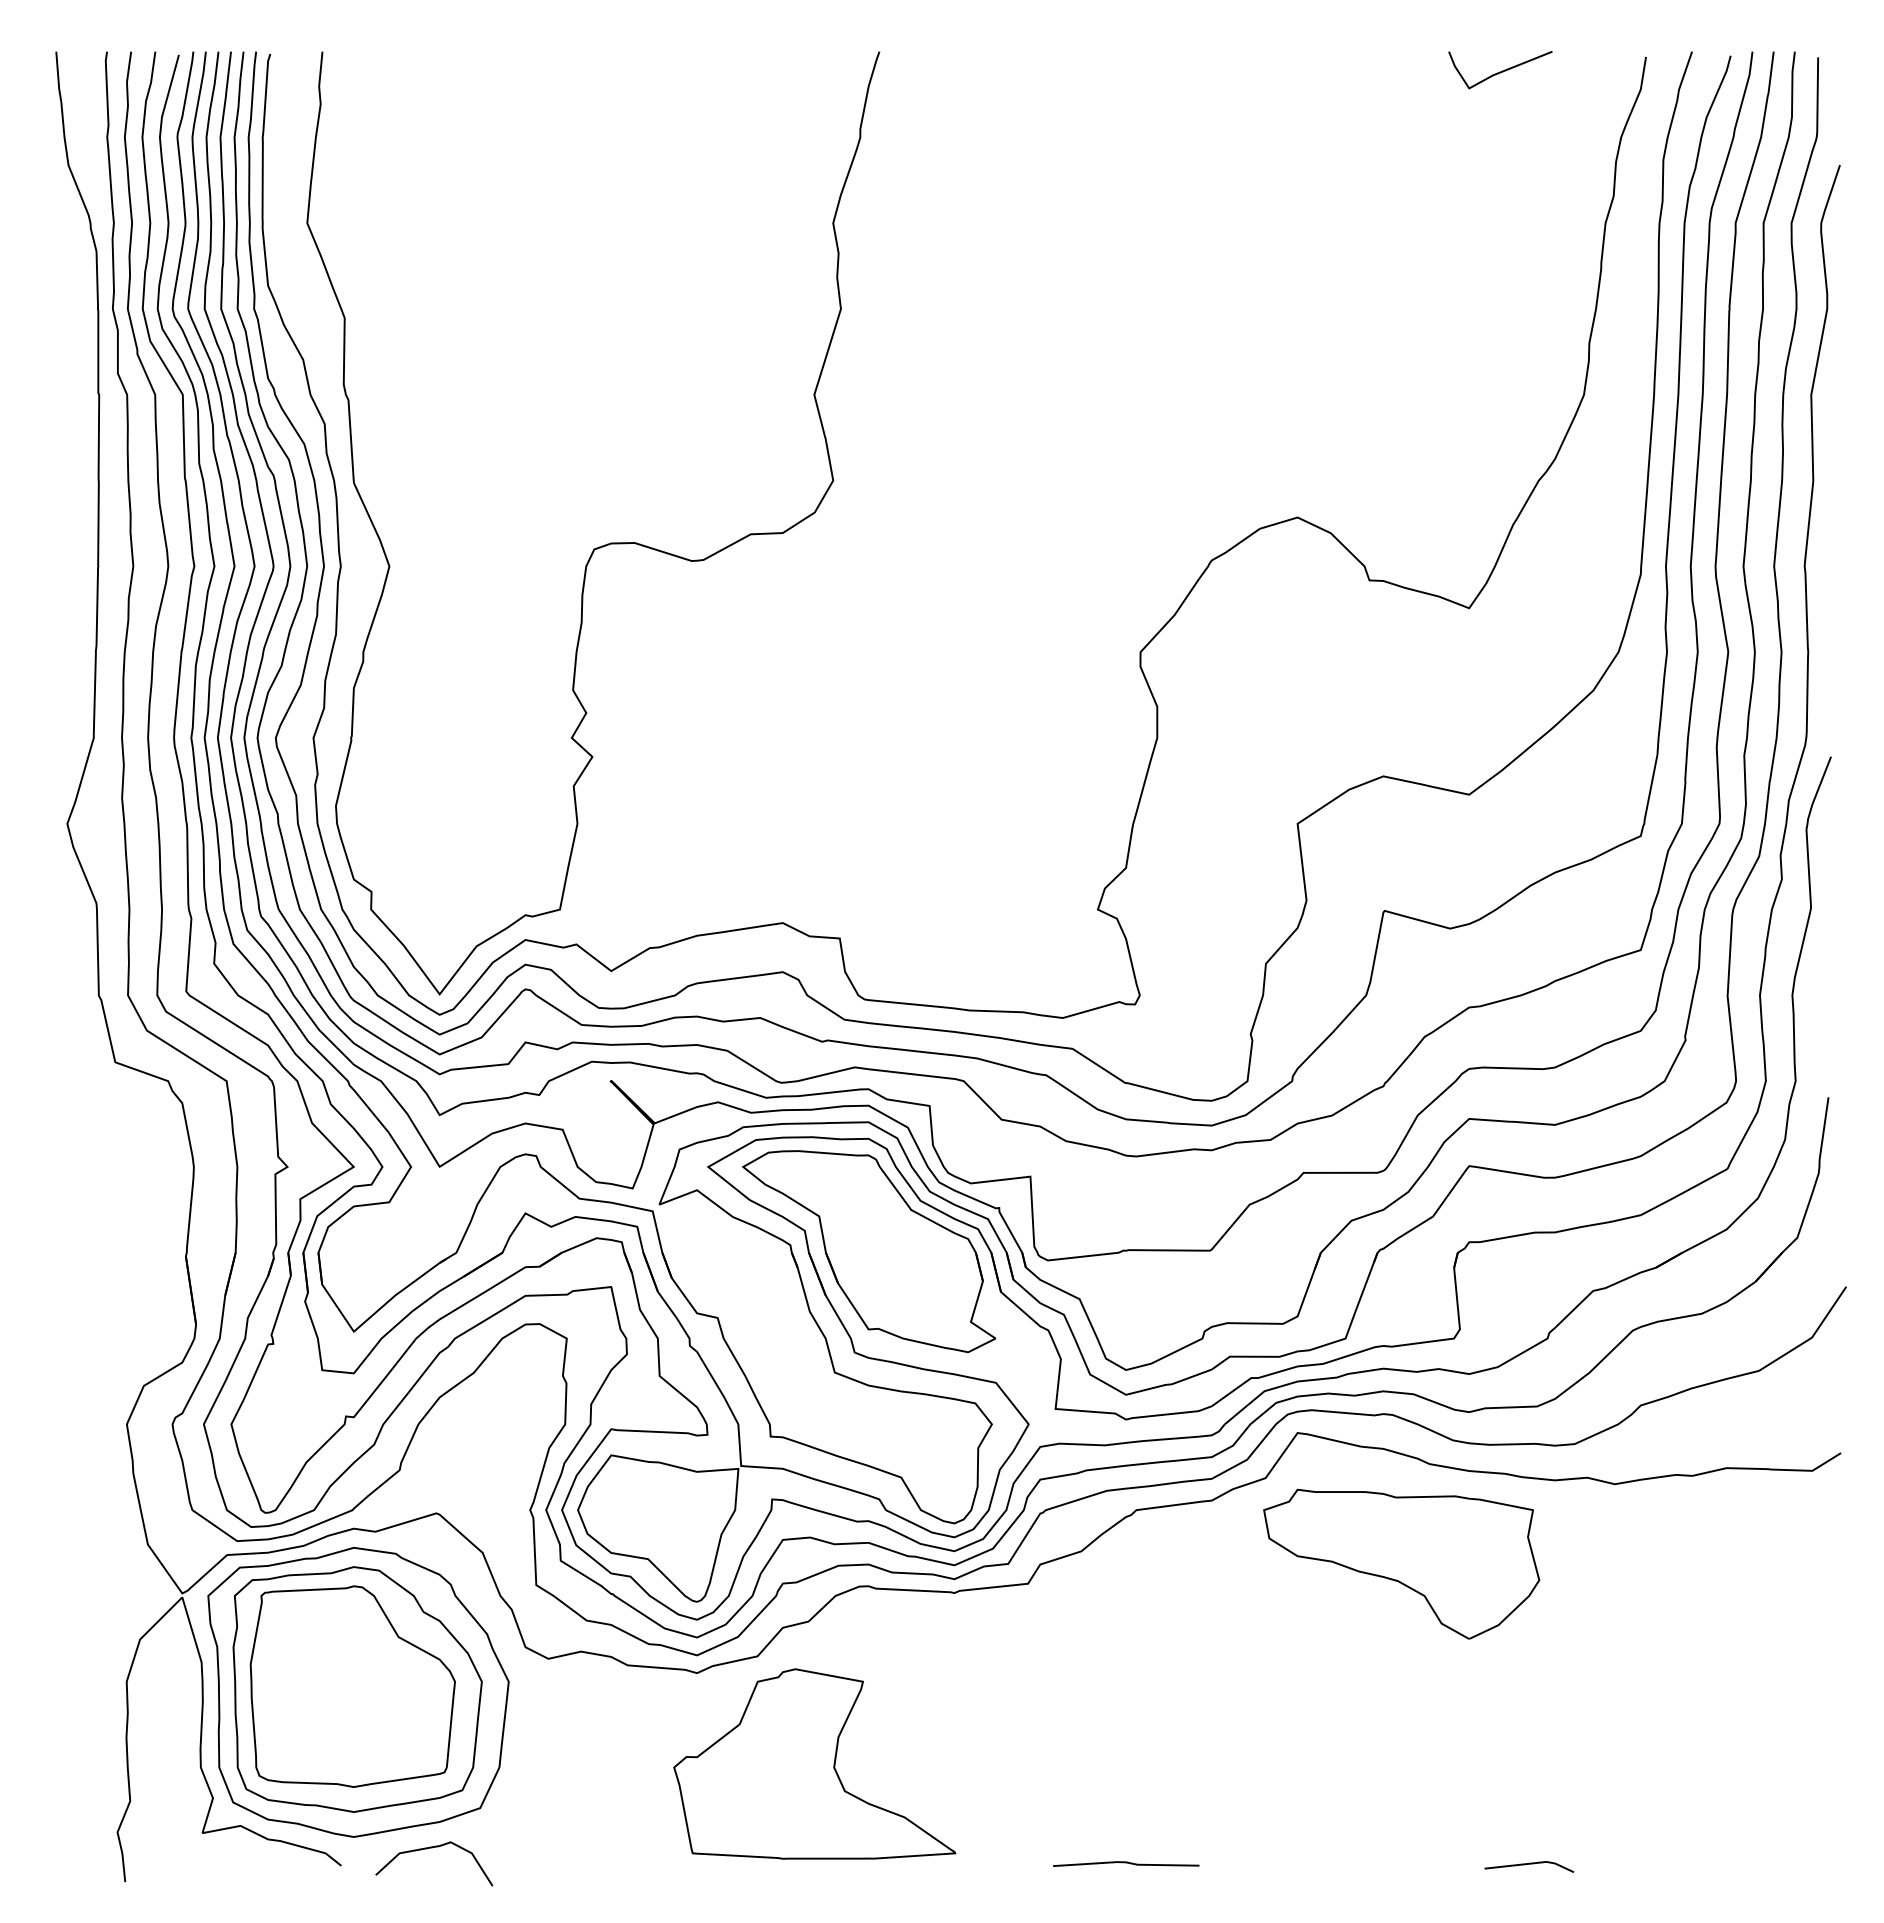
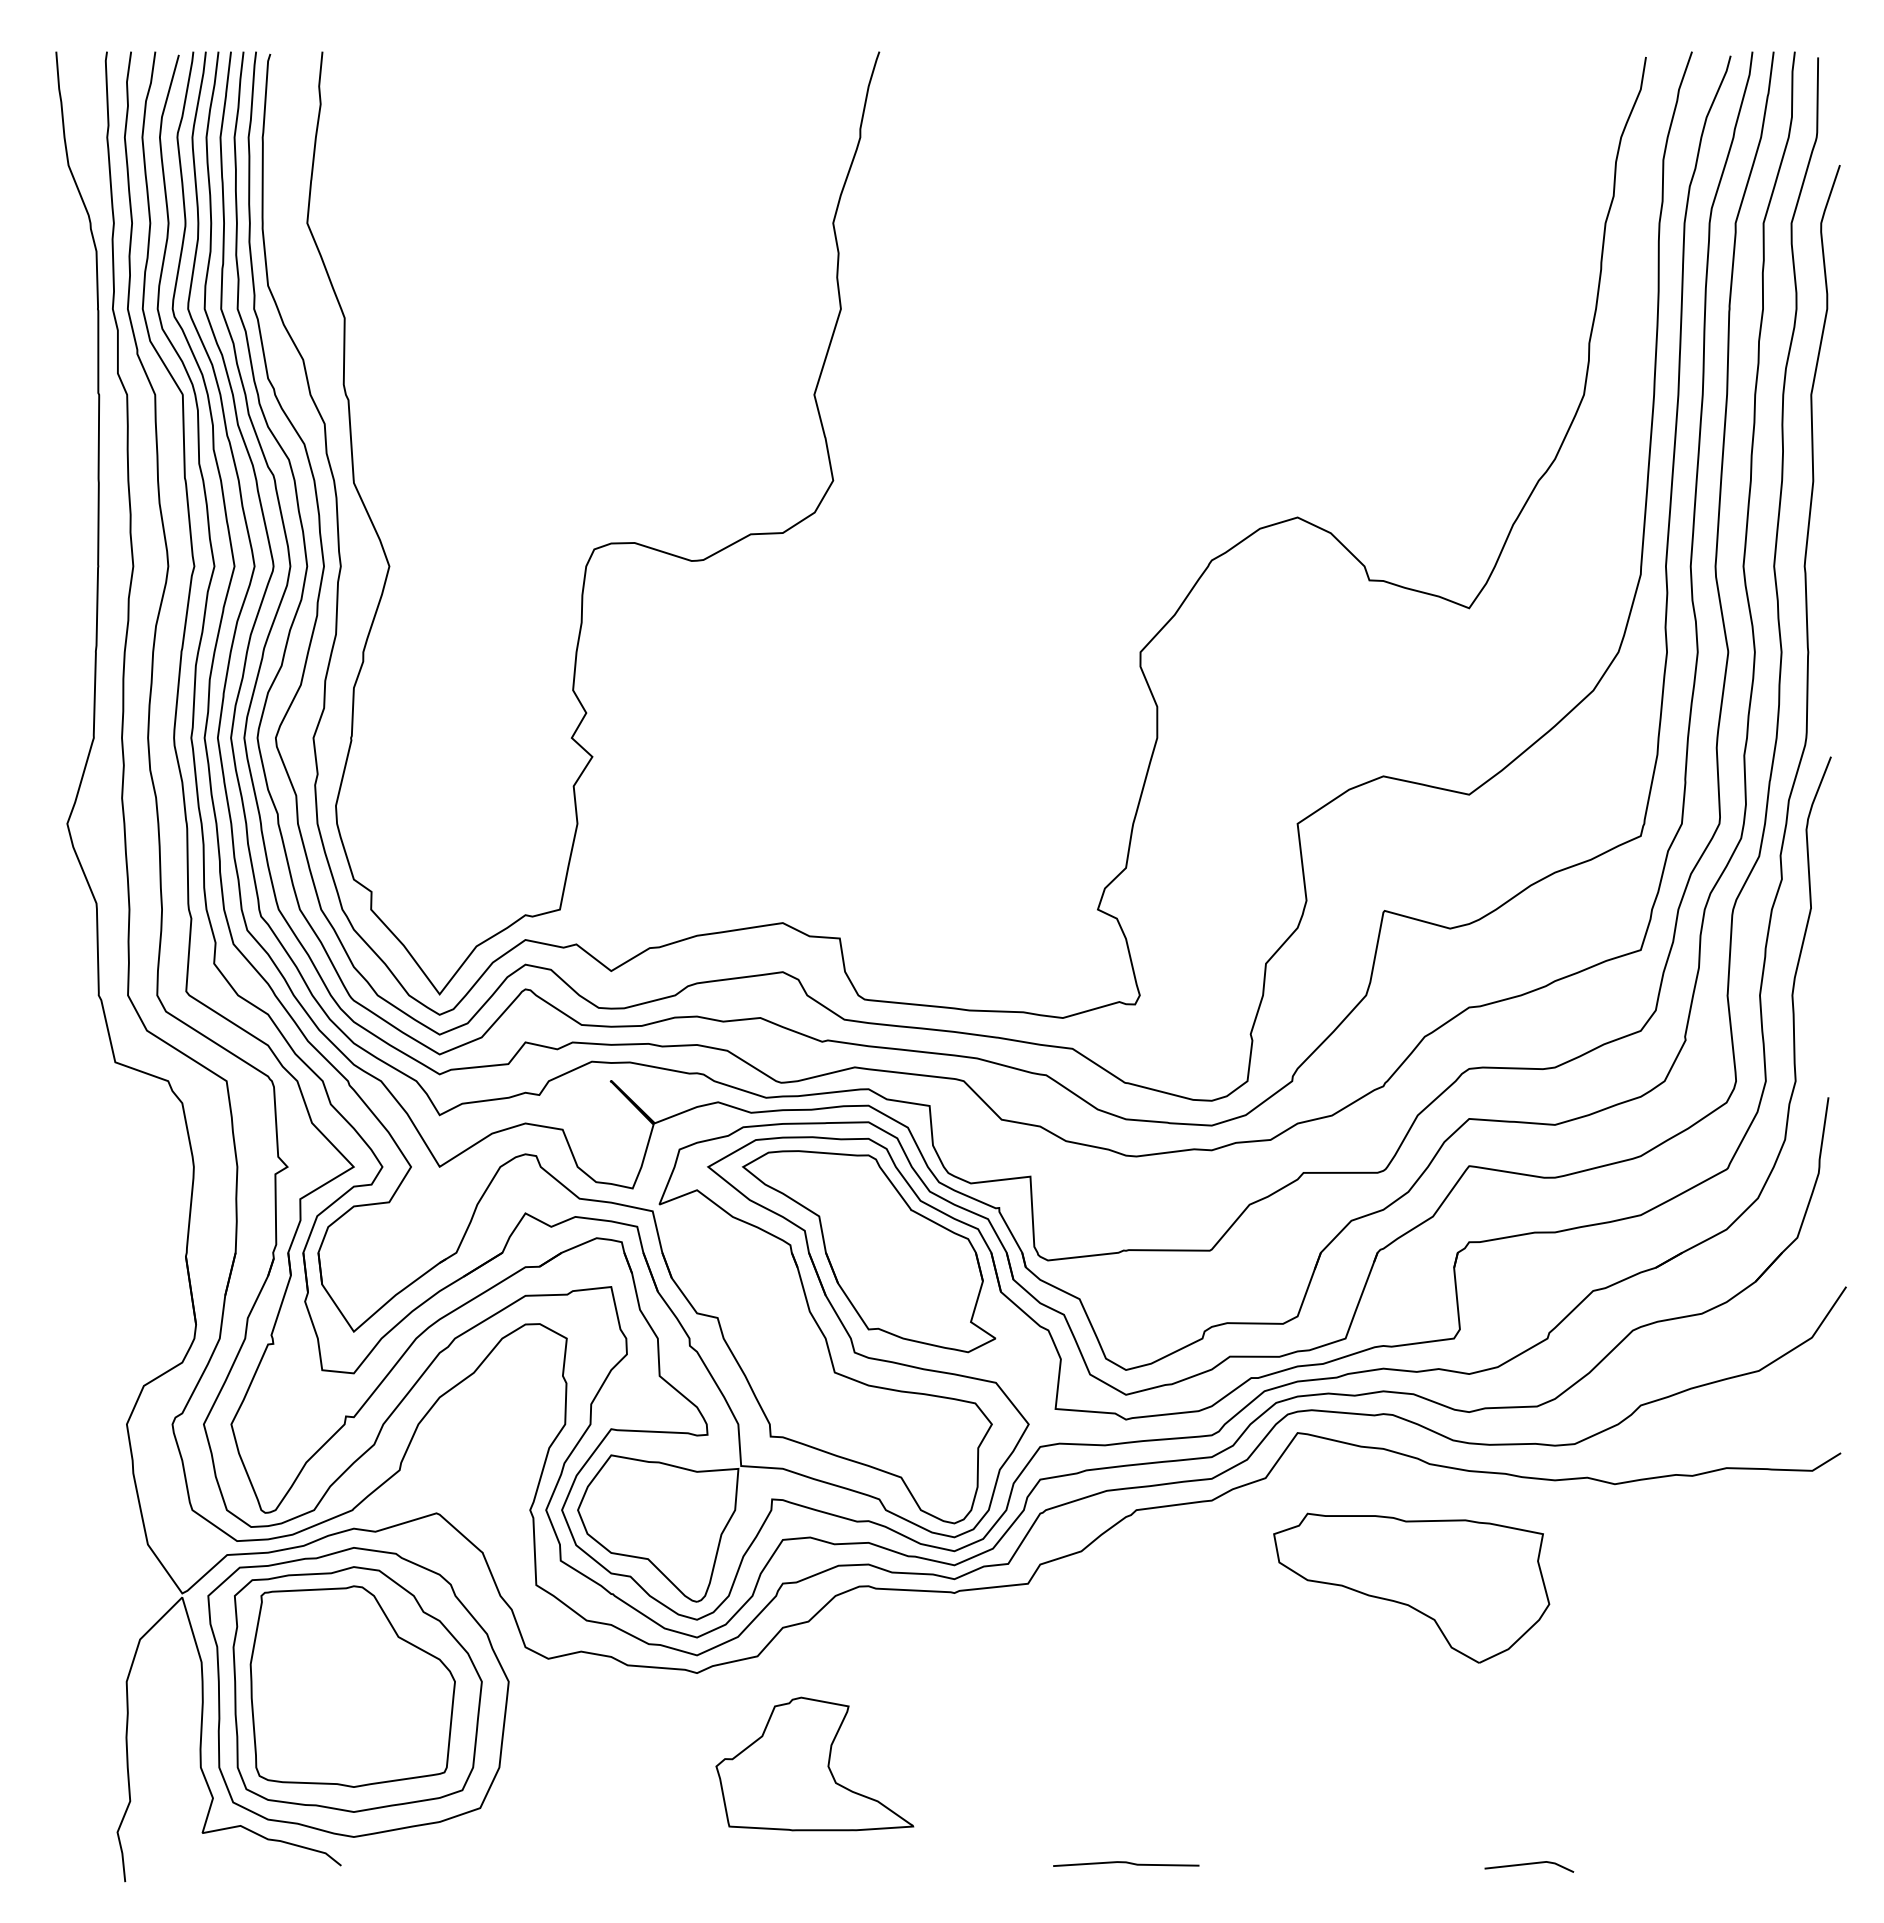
line at (1500, 71): present -> none
part at (1401, 1563) position: (1401, 1563) -> (1411, 1587)
part at (814, 1763) size: 284x192 px -> 200x136 px
curve at (432, 1848): present -> none
